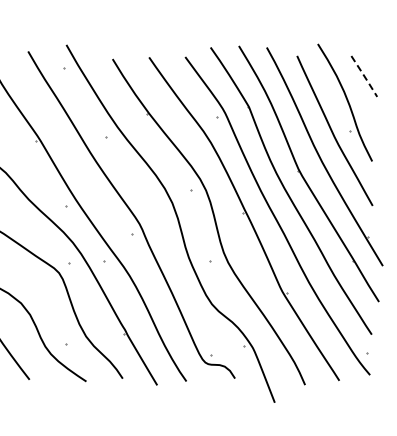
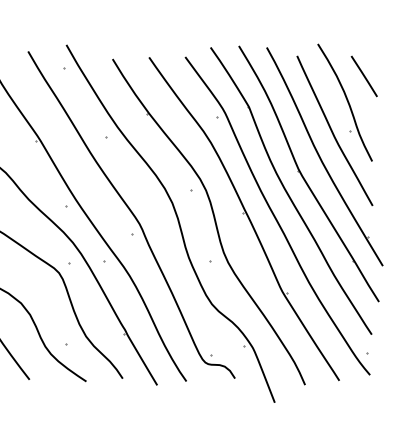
line at (364, 76): dashed -> solid
